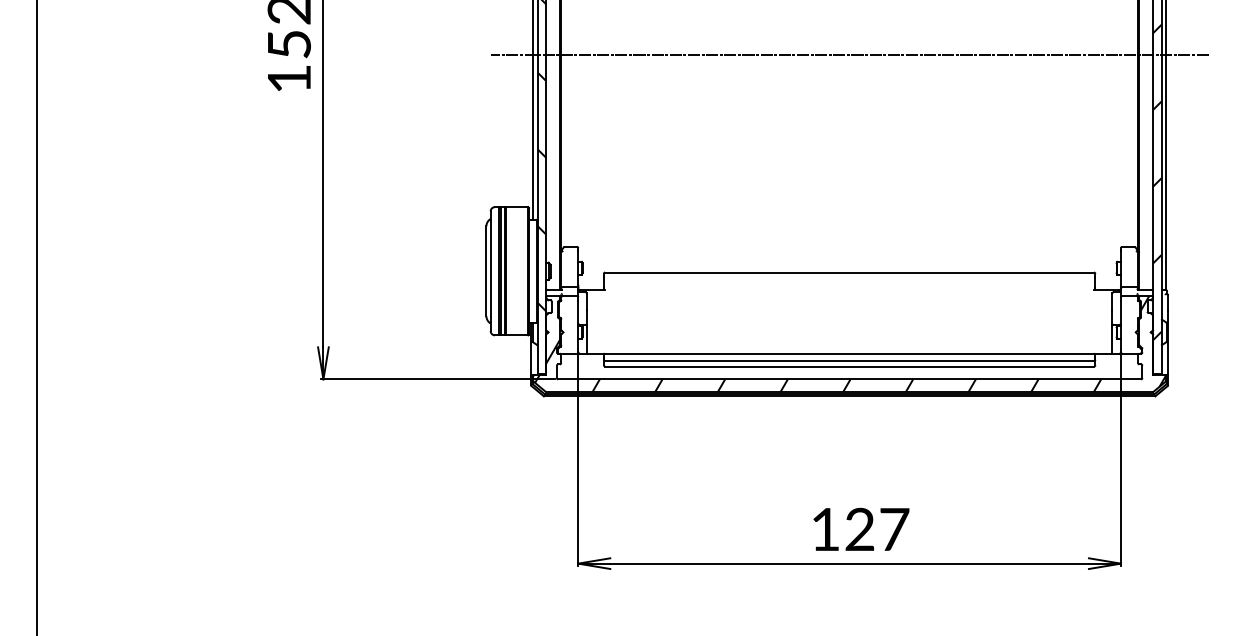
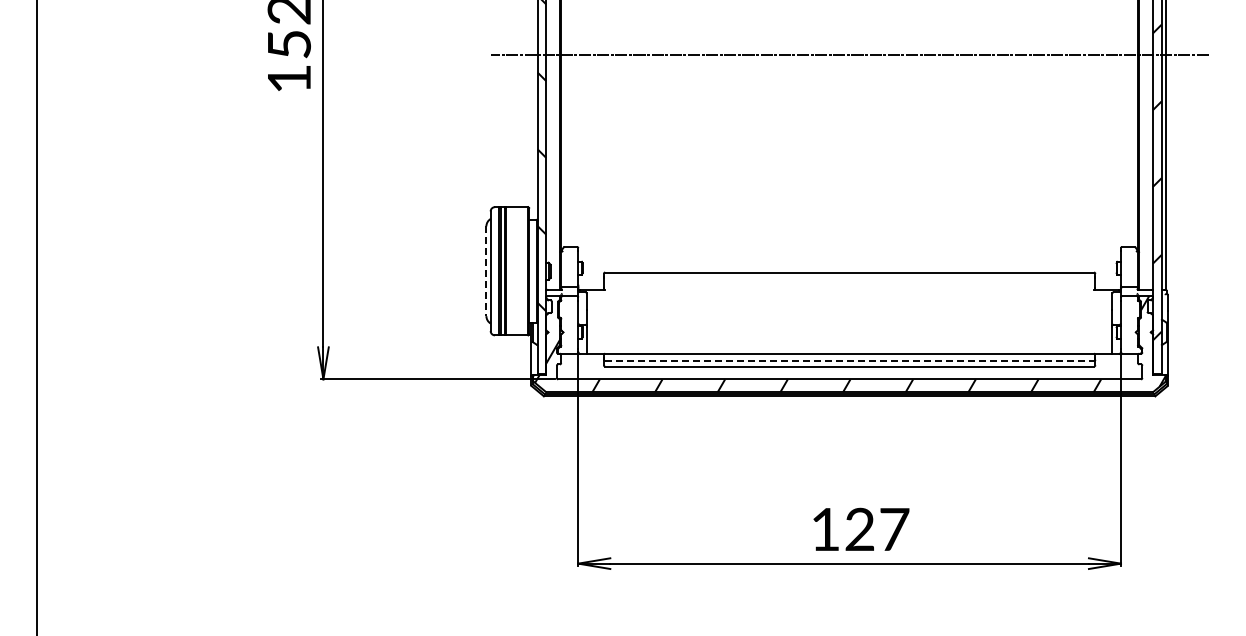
line at (533, 110): present -> none
line at (486, 271): solid -> dashed
line at (850, 361): solid -> dashed
